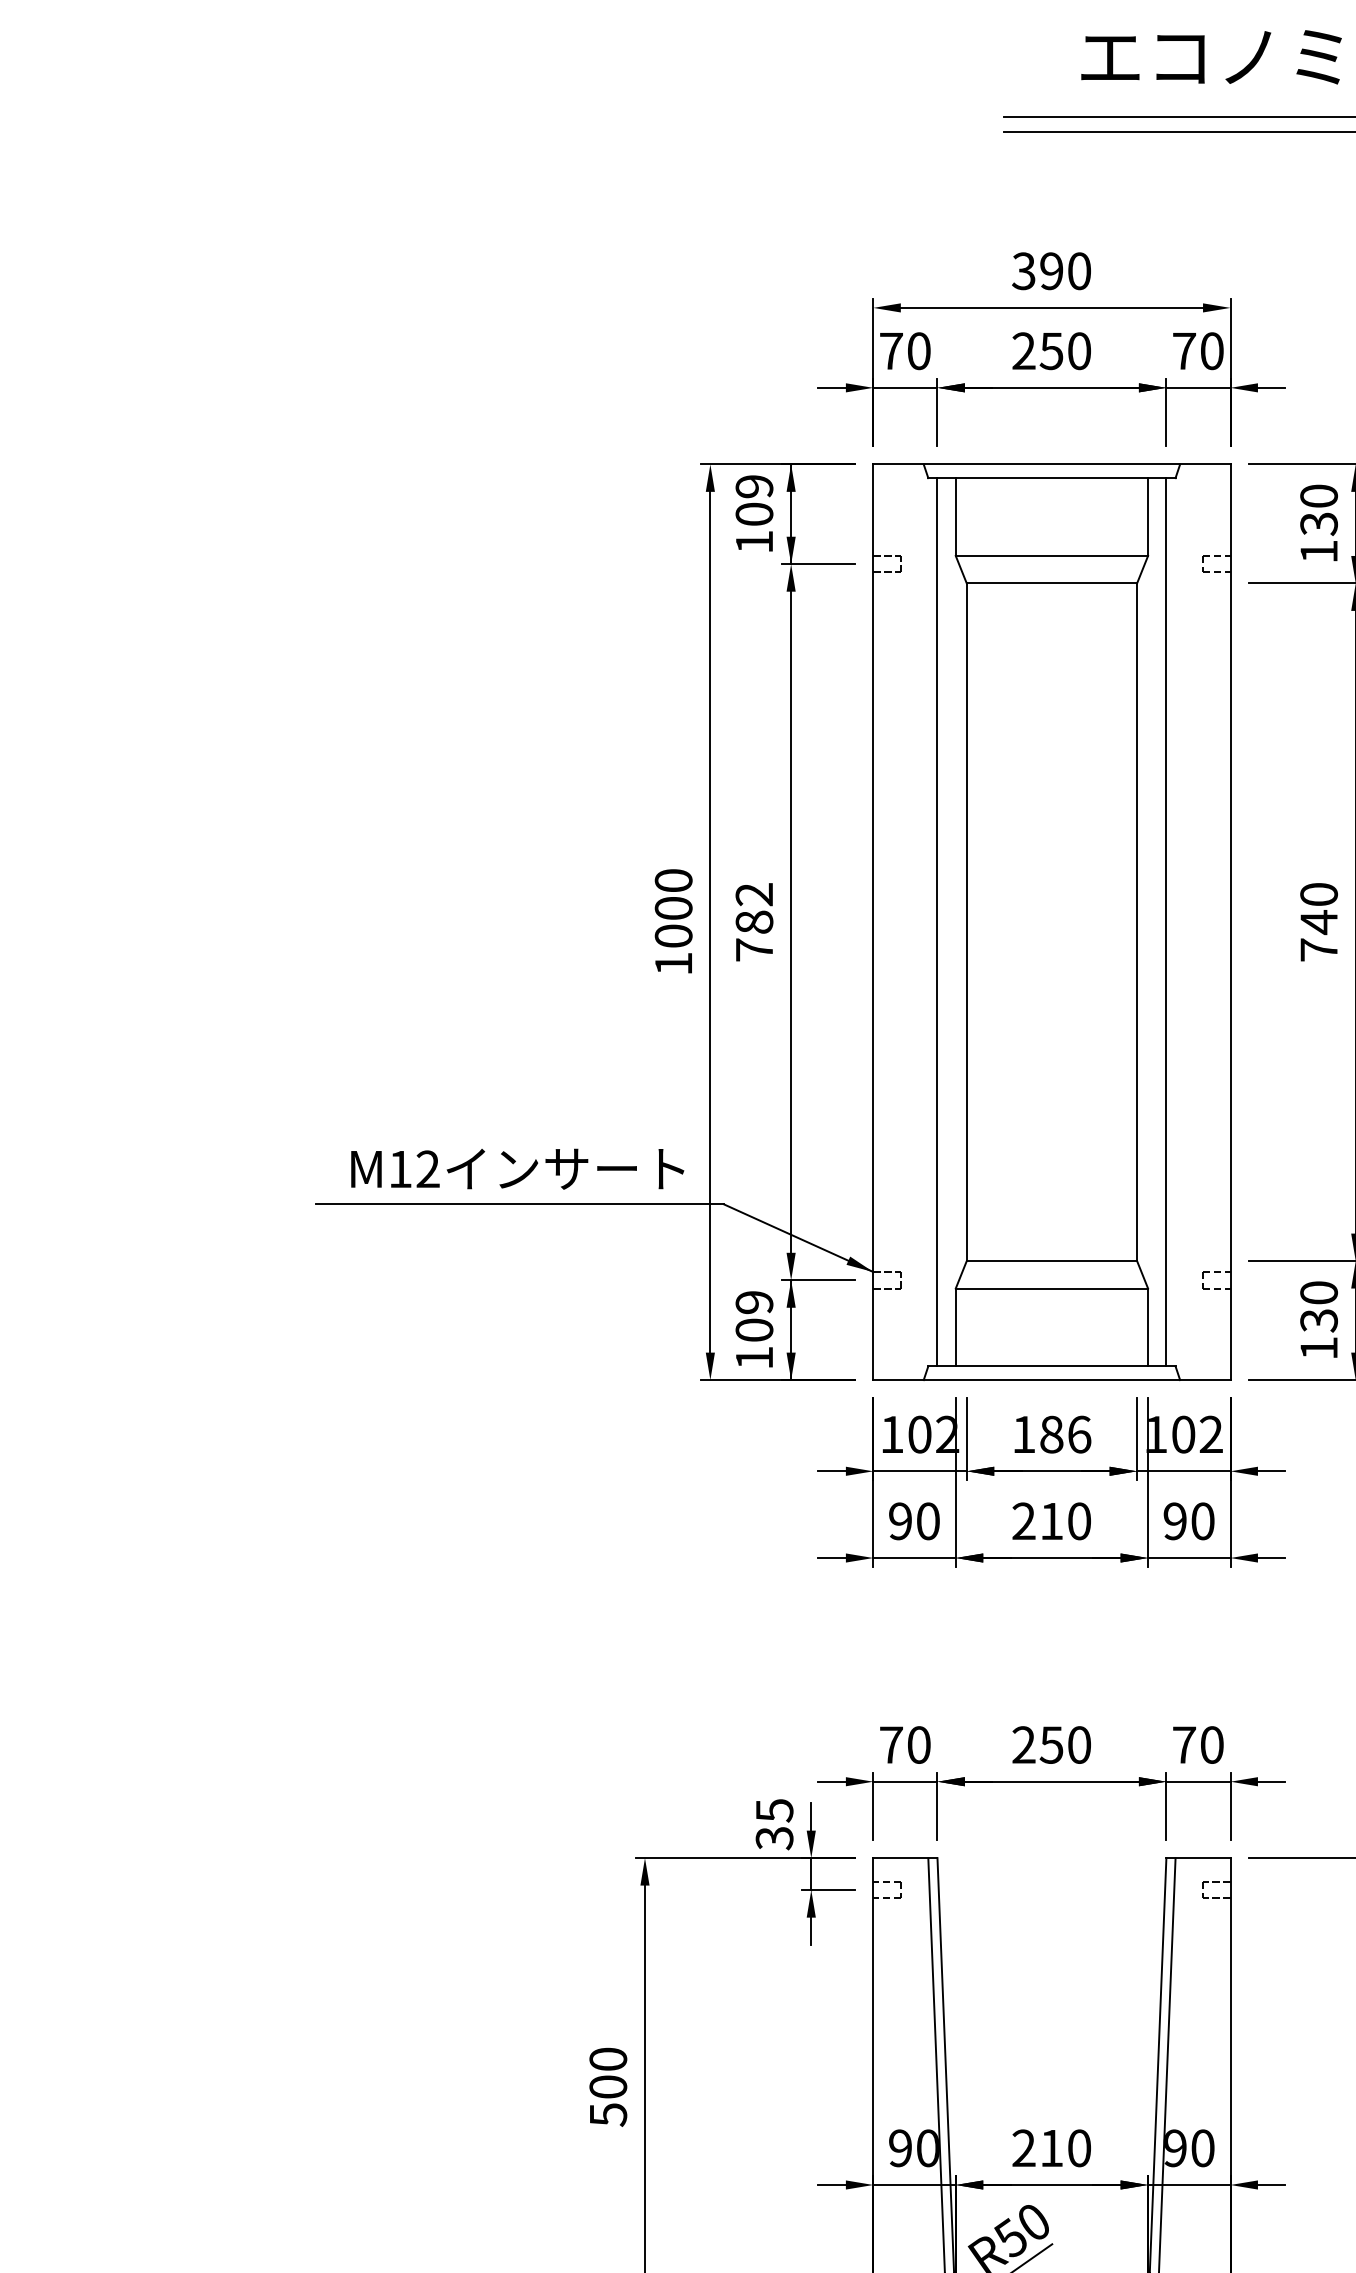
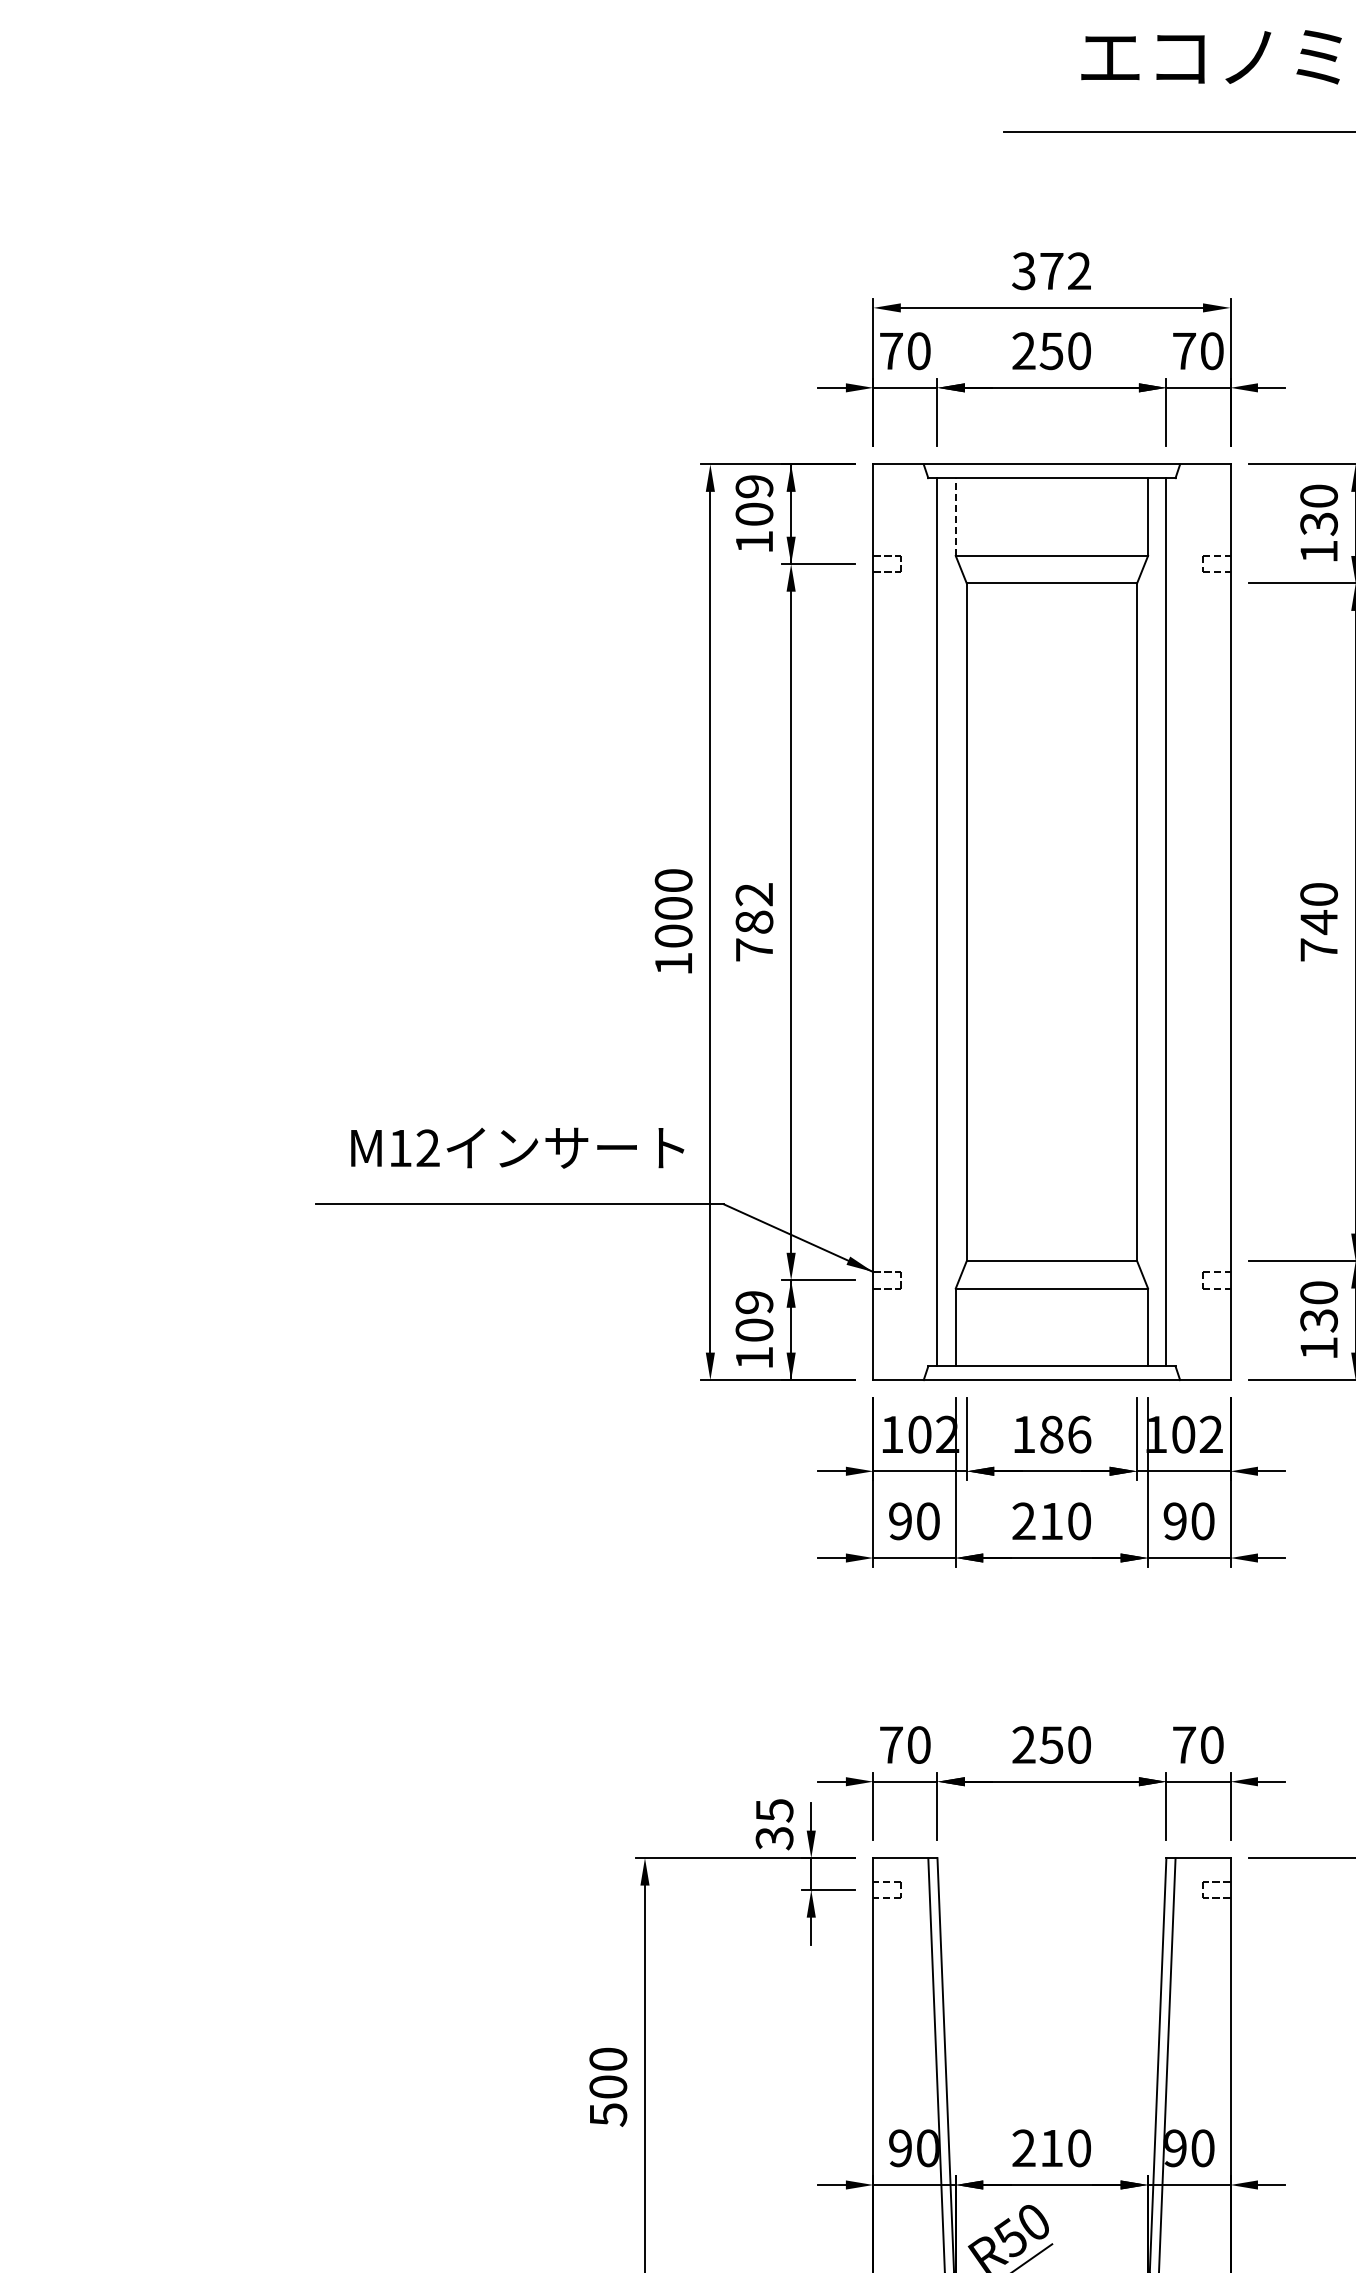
line at (1178, 117): present -> none
text at (1065, 271): 390 -> 372
line at (955, 517): solid -> dashed
text at (517, 1168) position: (517, 1168) -> (517, 1147)
